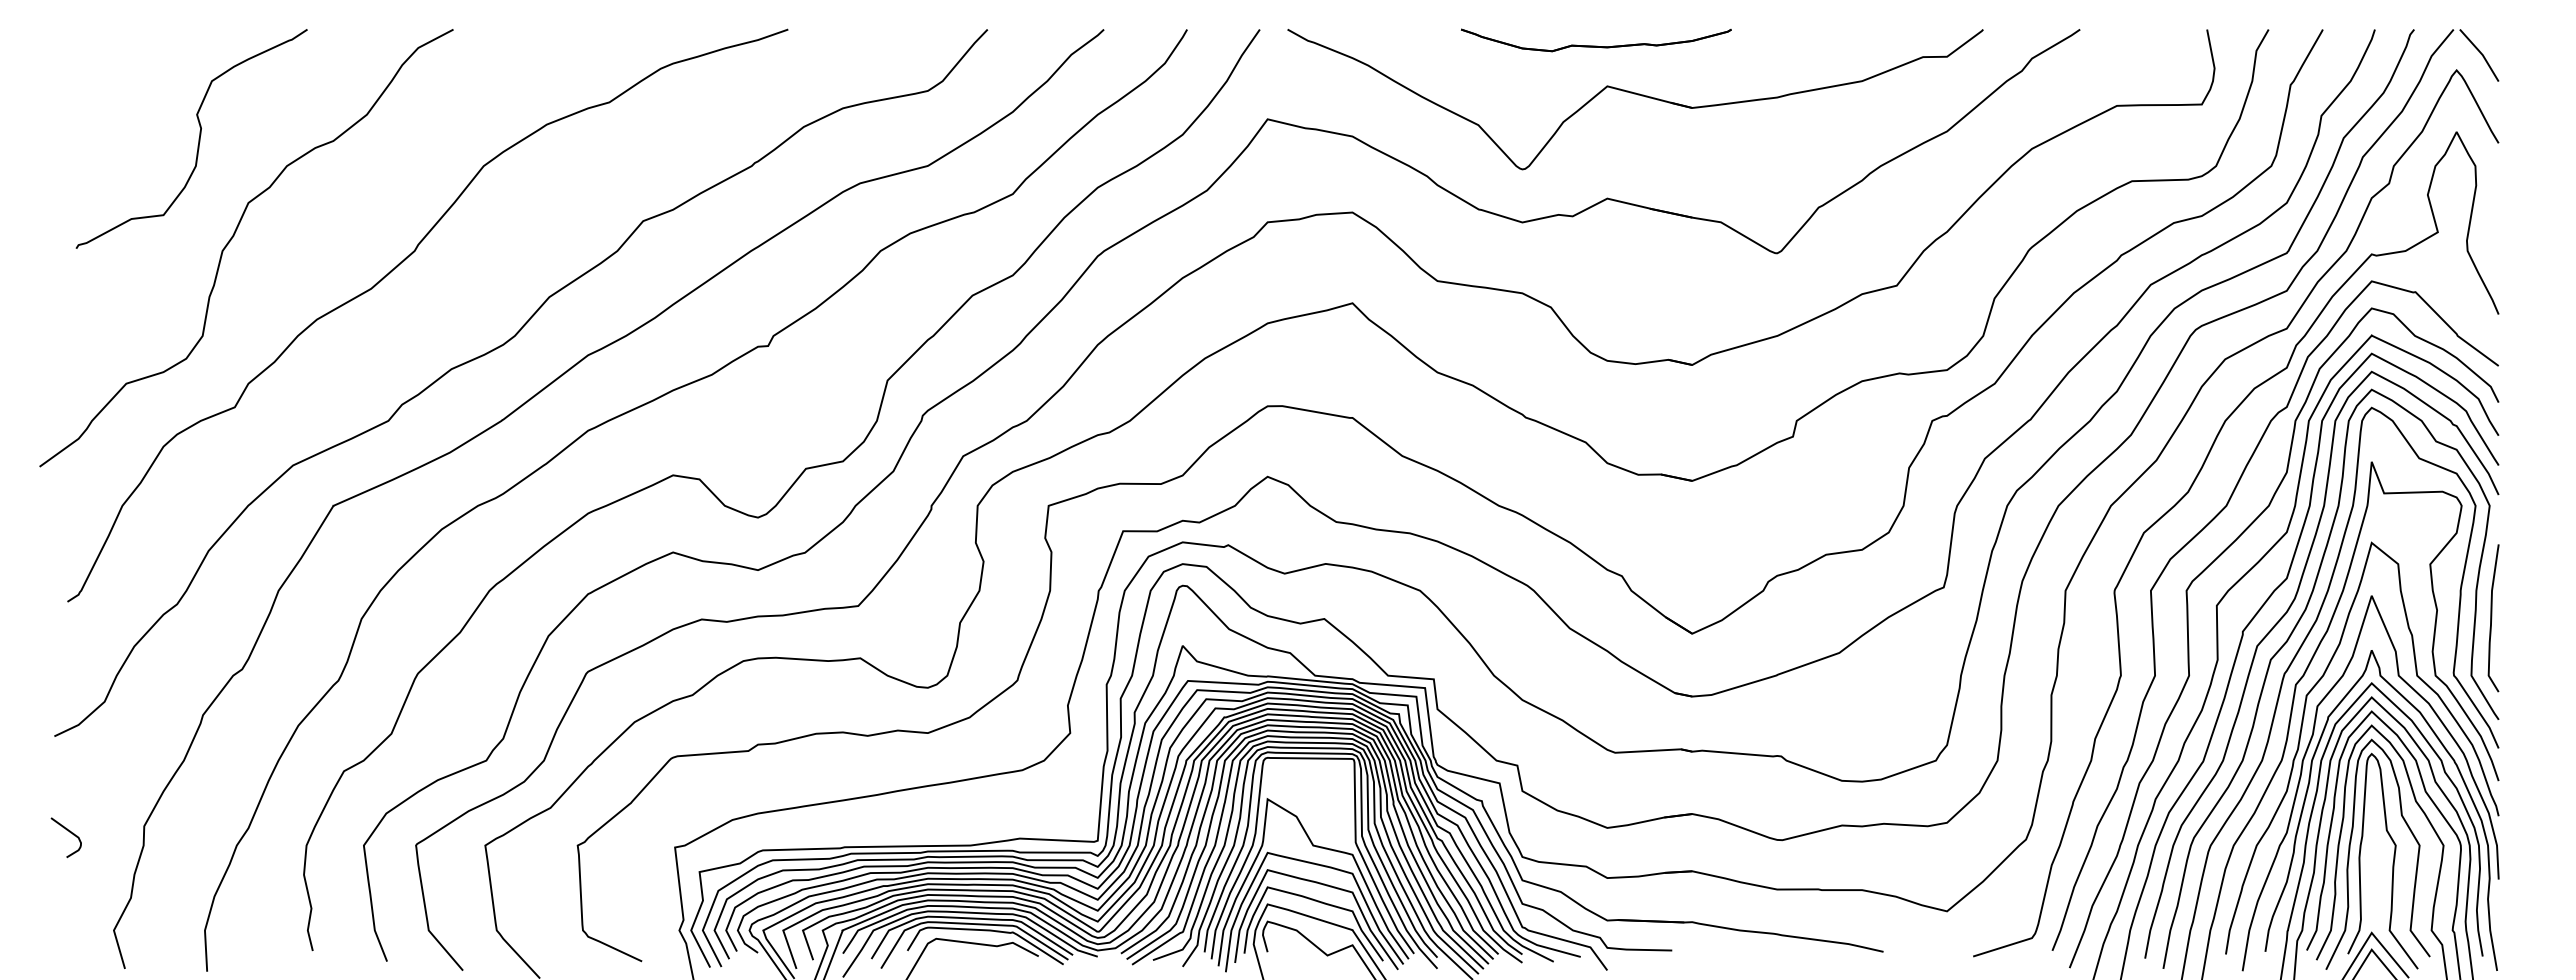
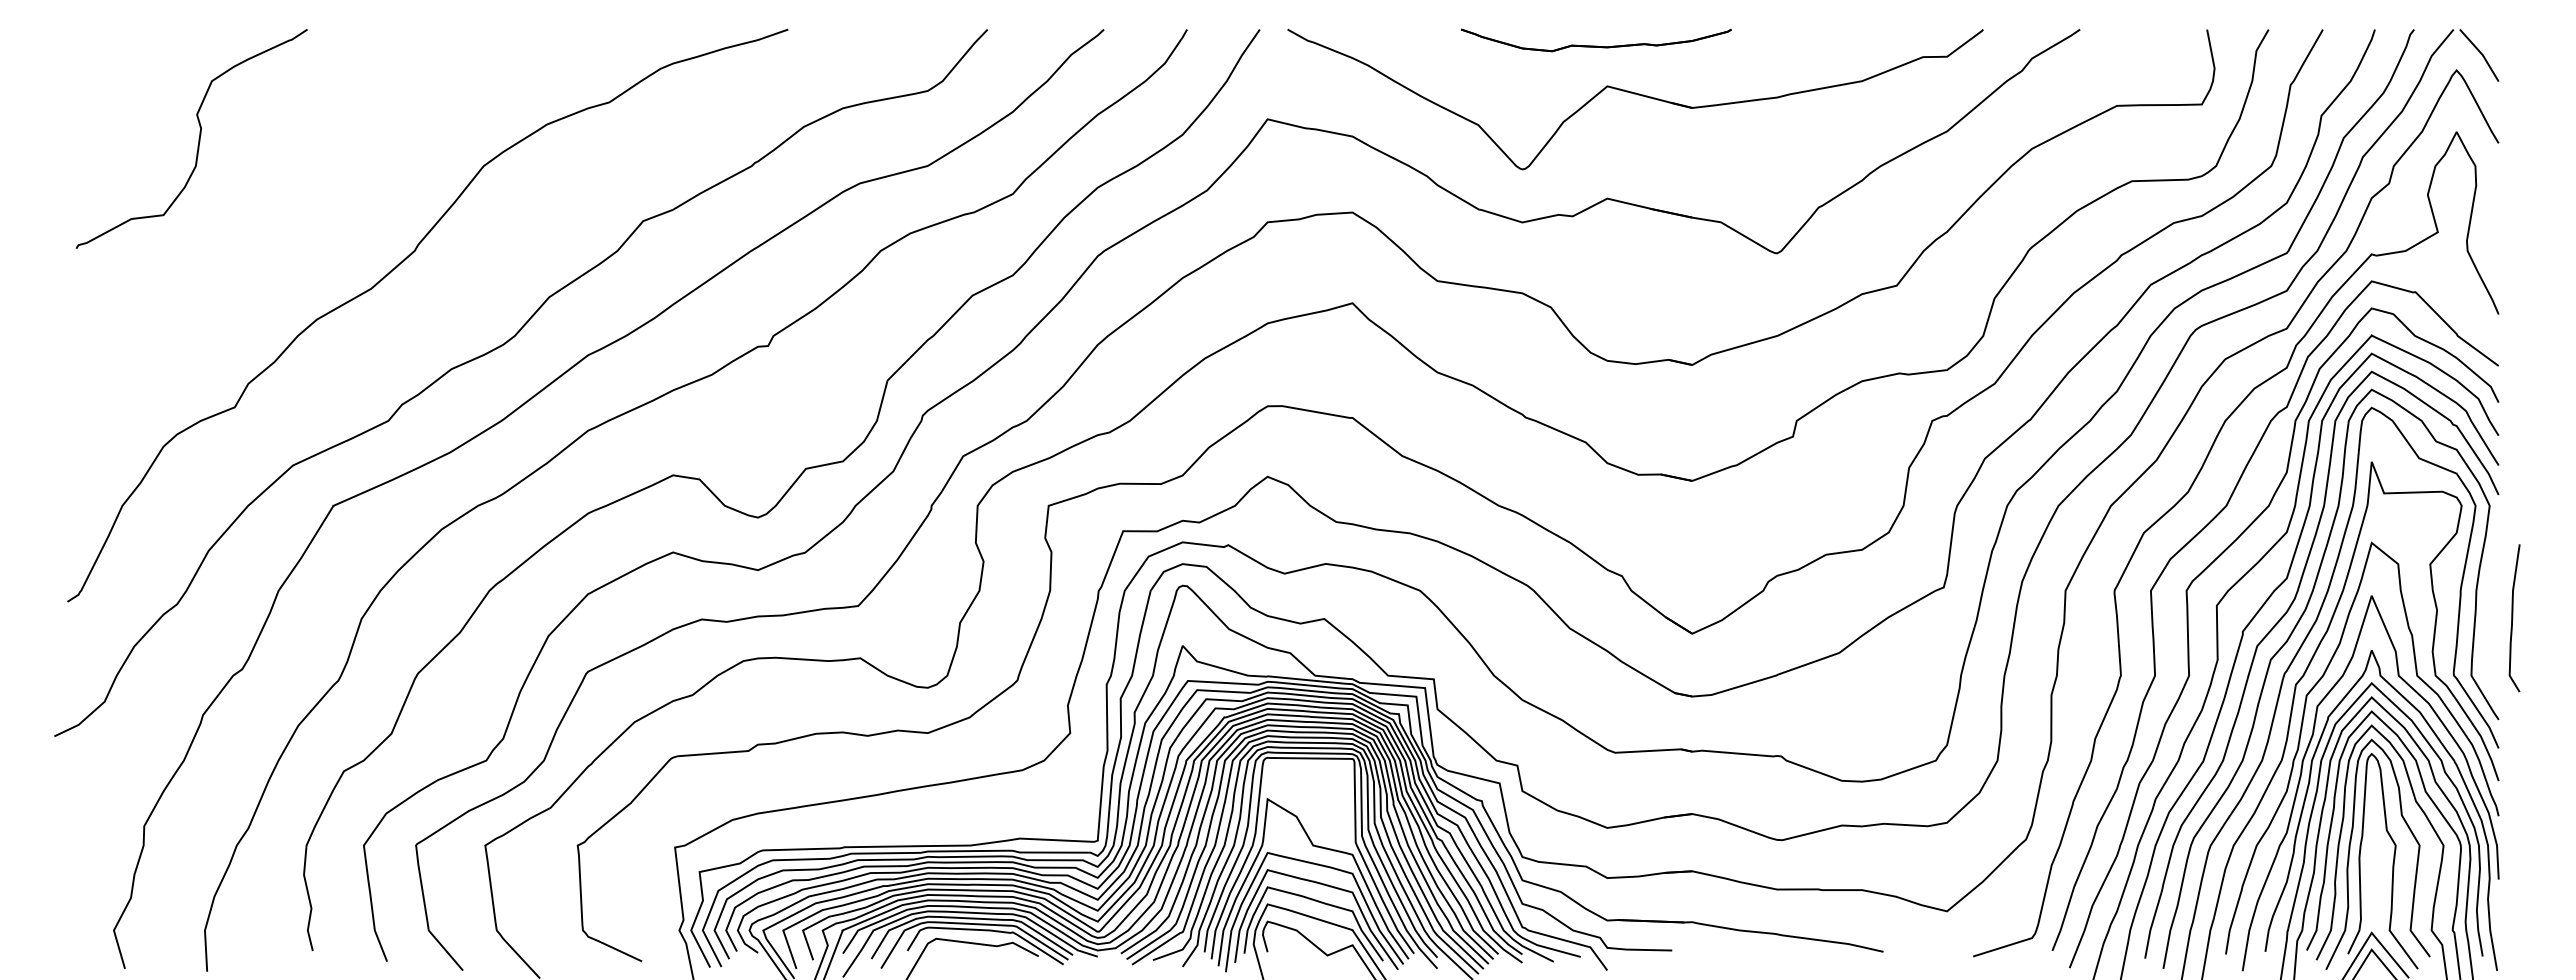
curve at (234, 236): present -> none
curve at (2492, 618) position: (2492, 618) -> (2513, 618)
curve at (69, 832): present -> none
